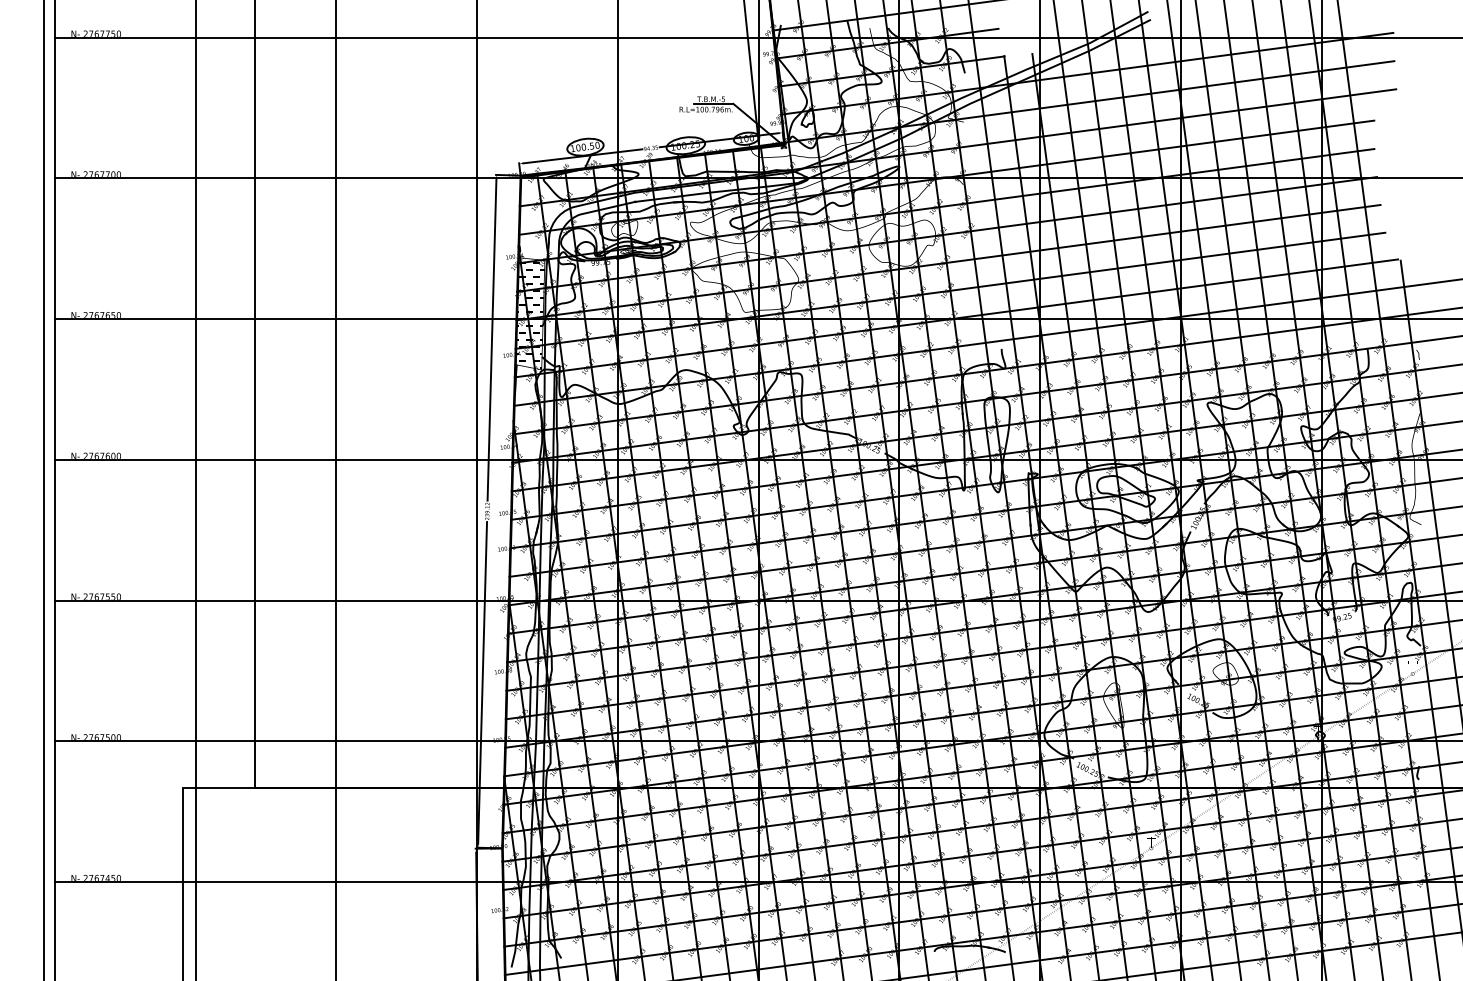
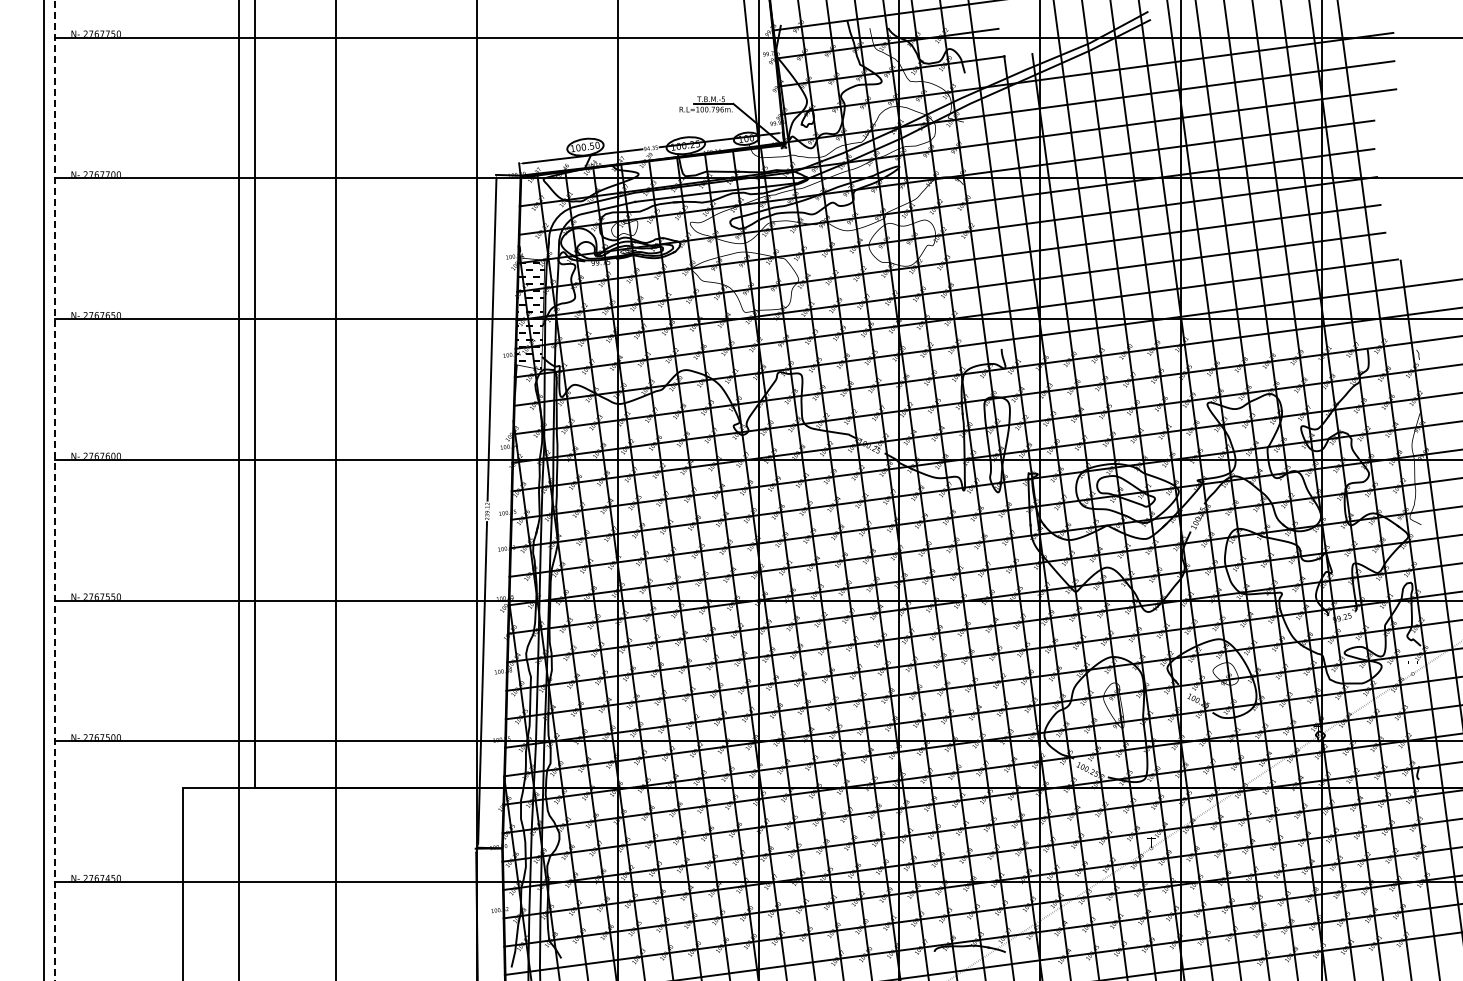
line at (195, 489) position: (195, 489) -> (238, 489)
line at (54, 490): solid -> dashed
